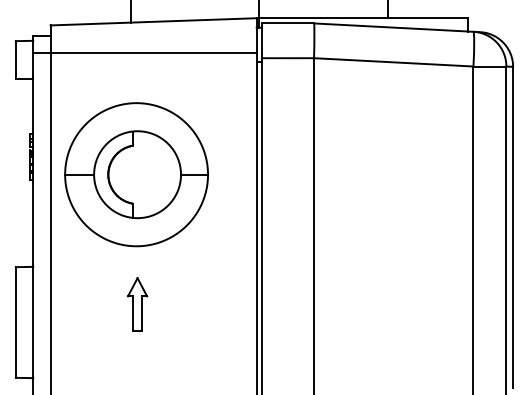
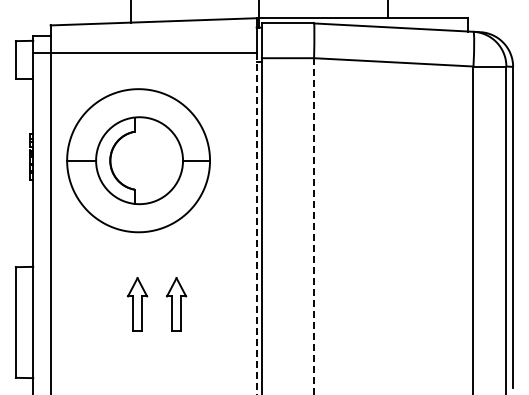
part at (136, 174) position: (136, 174) -> (138, 160)
line at (256, 223): solid -> dashed
line at (314, 226): solid -> dashed
part at (176, 304): none -> present
